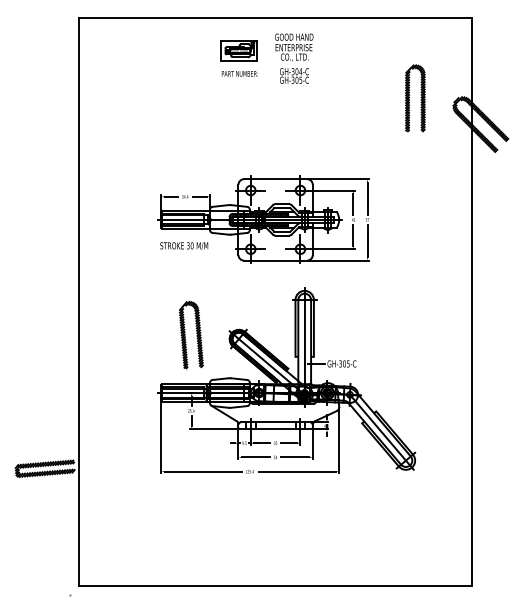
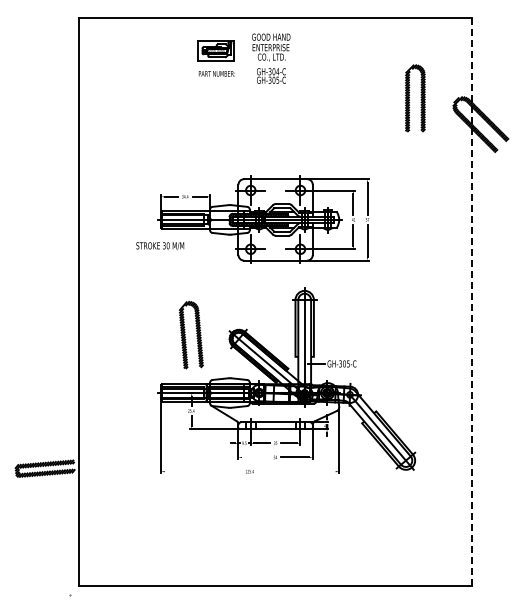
part at (257, 58) position: (257, 58) -> (234, 58)
text at (184, 246) position: (184, 246) -> (160, 246)
line at (471, 302): solid -> dashed
line at (256, 457): present -> none
line at (202, 471): present -> none
line at (296, 471): present -> none
